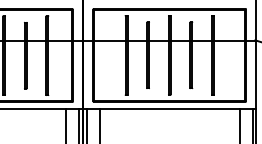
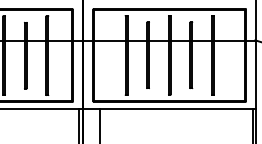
line at (66, 124): present -> none
line at (86, 124): present -> none
line at (239, 124): present -> none
